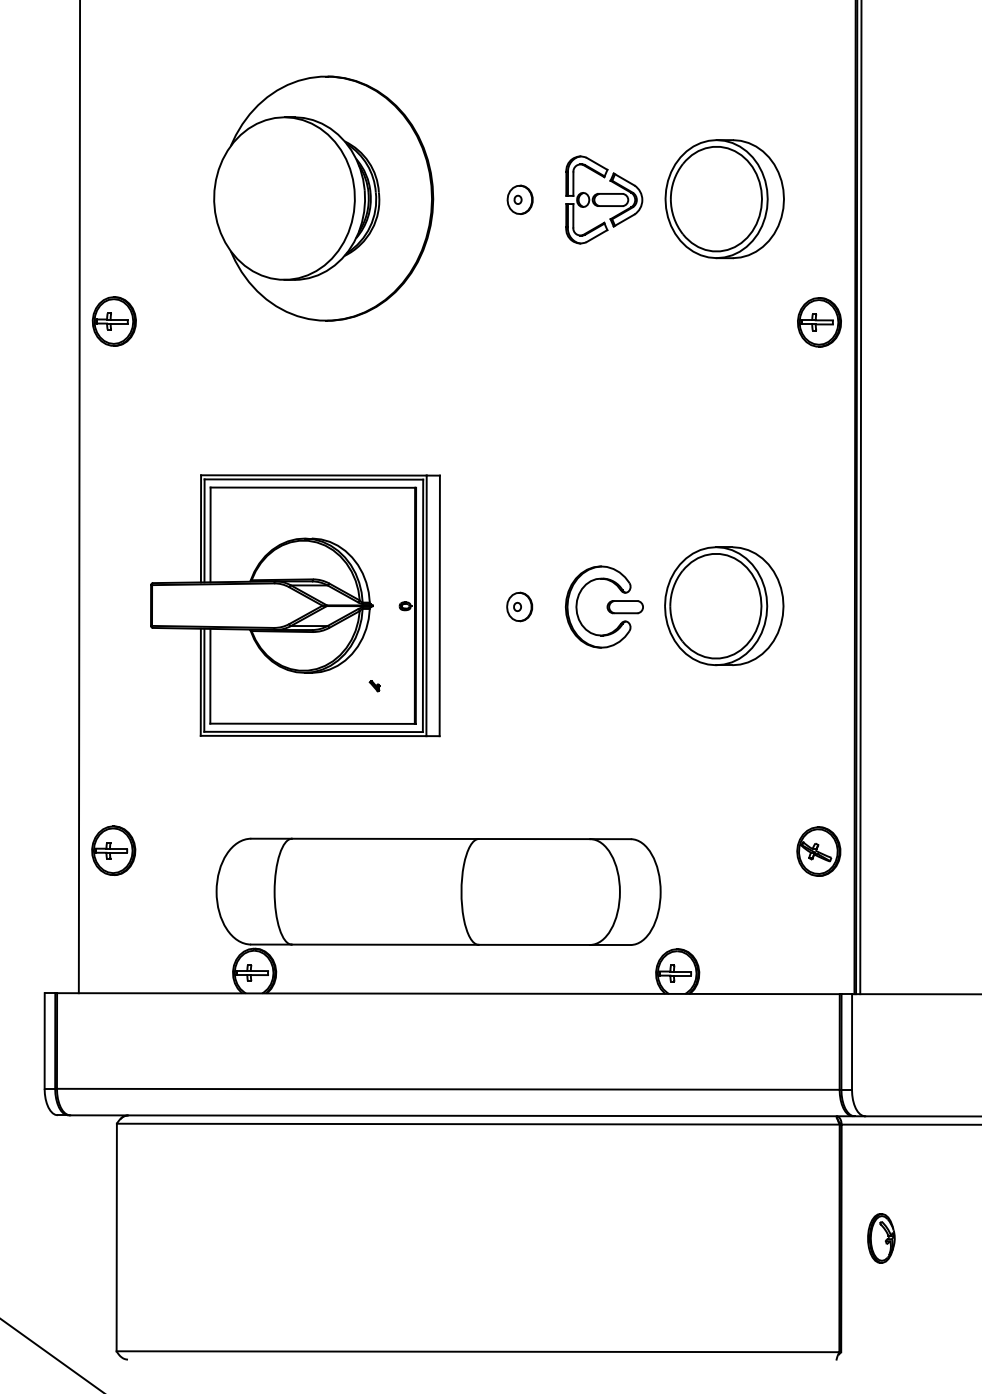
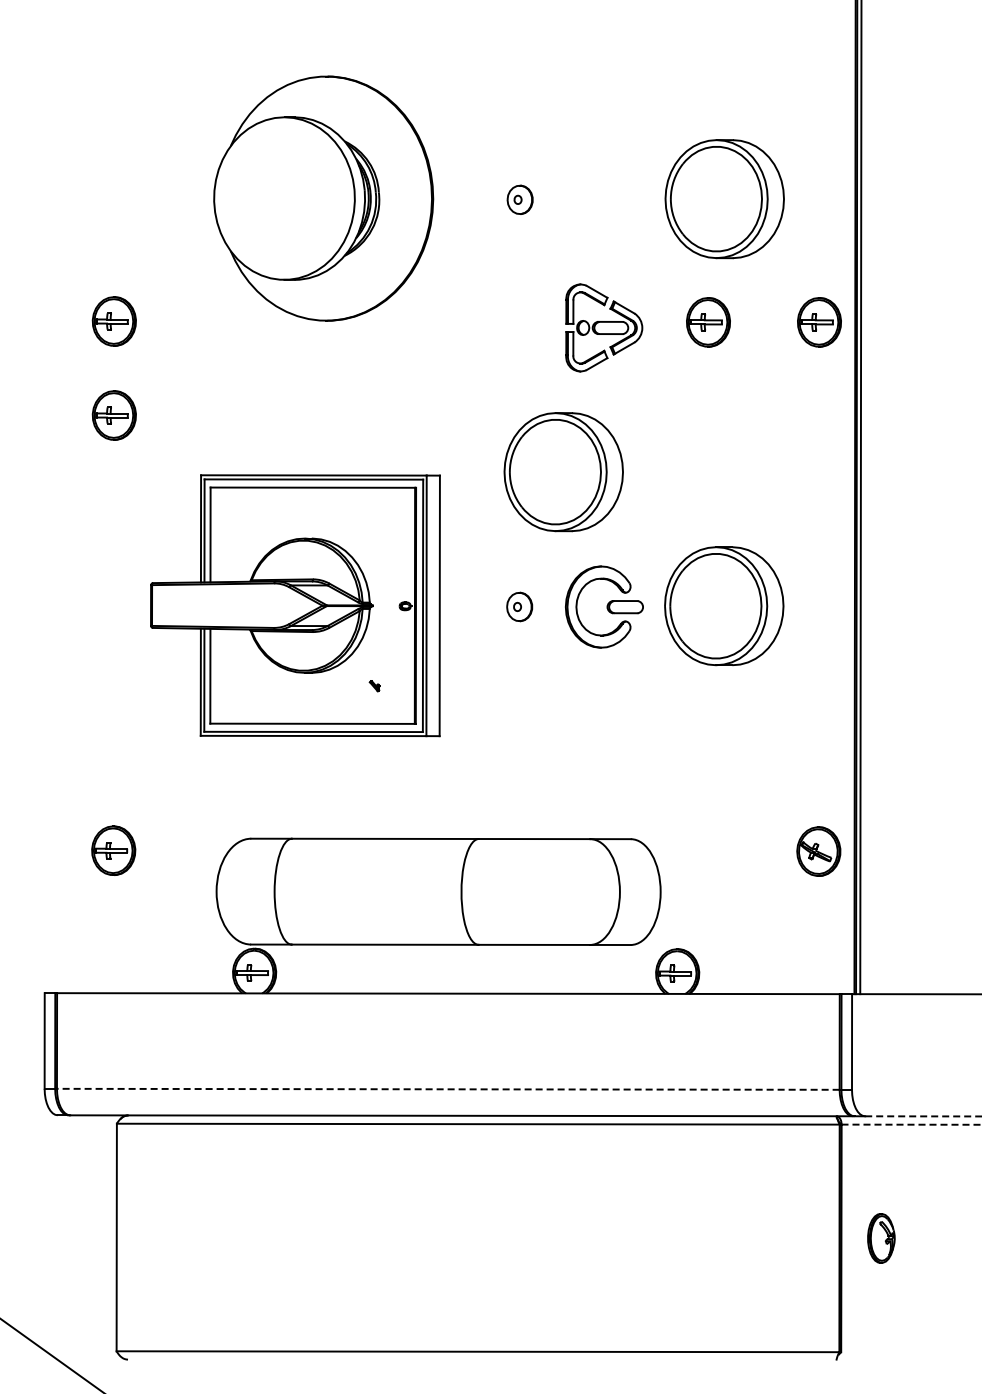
part at (604, 199) position: (604, 199) -> (604, 327)
part at (708, 322): none -> present
part at (113, 415): none -> present
part at (563, 472): none -> present
line at (79, 497): present -> none
line at (447, 1089): solid -> dashed
line at (923, 1116): solid -> dashed
line at (911, 1124): solid -> dashed
